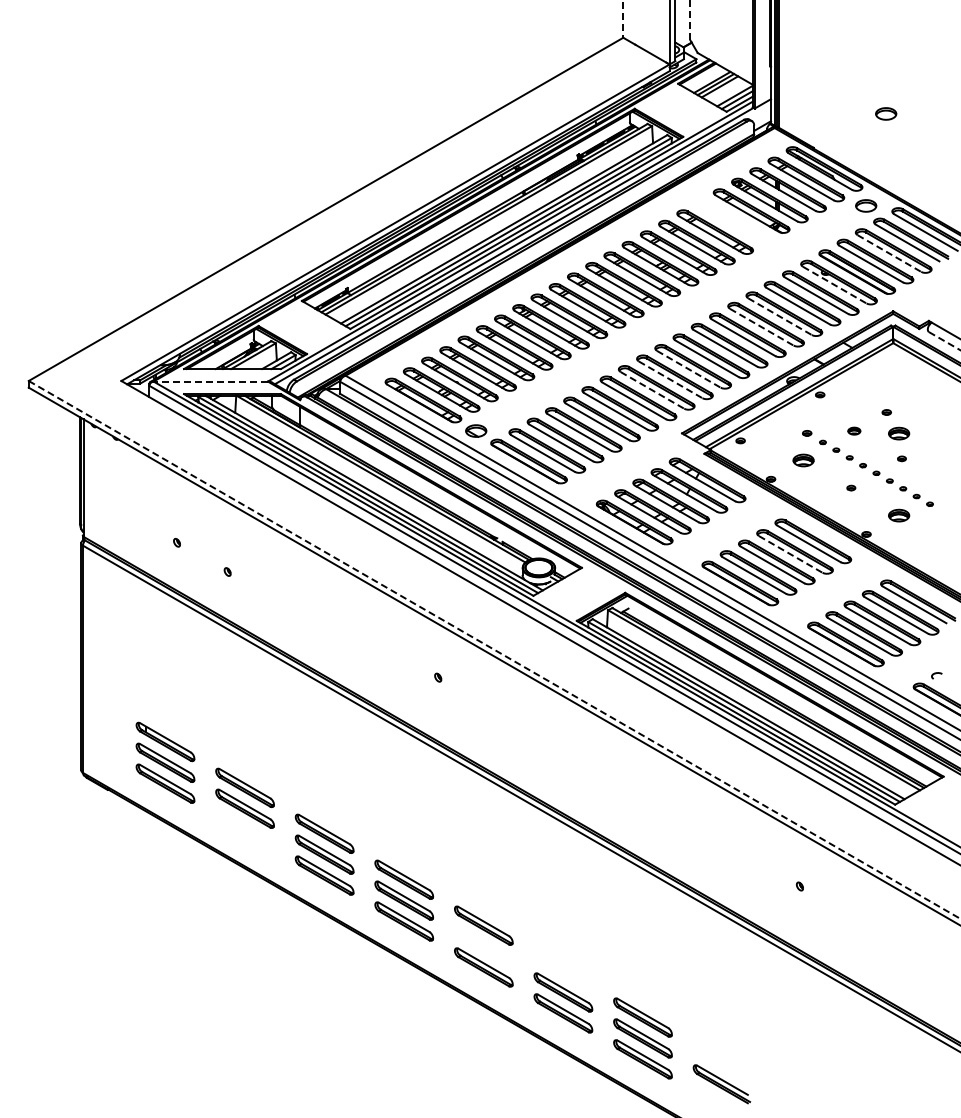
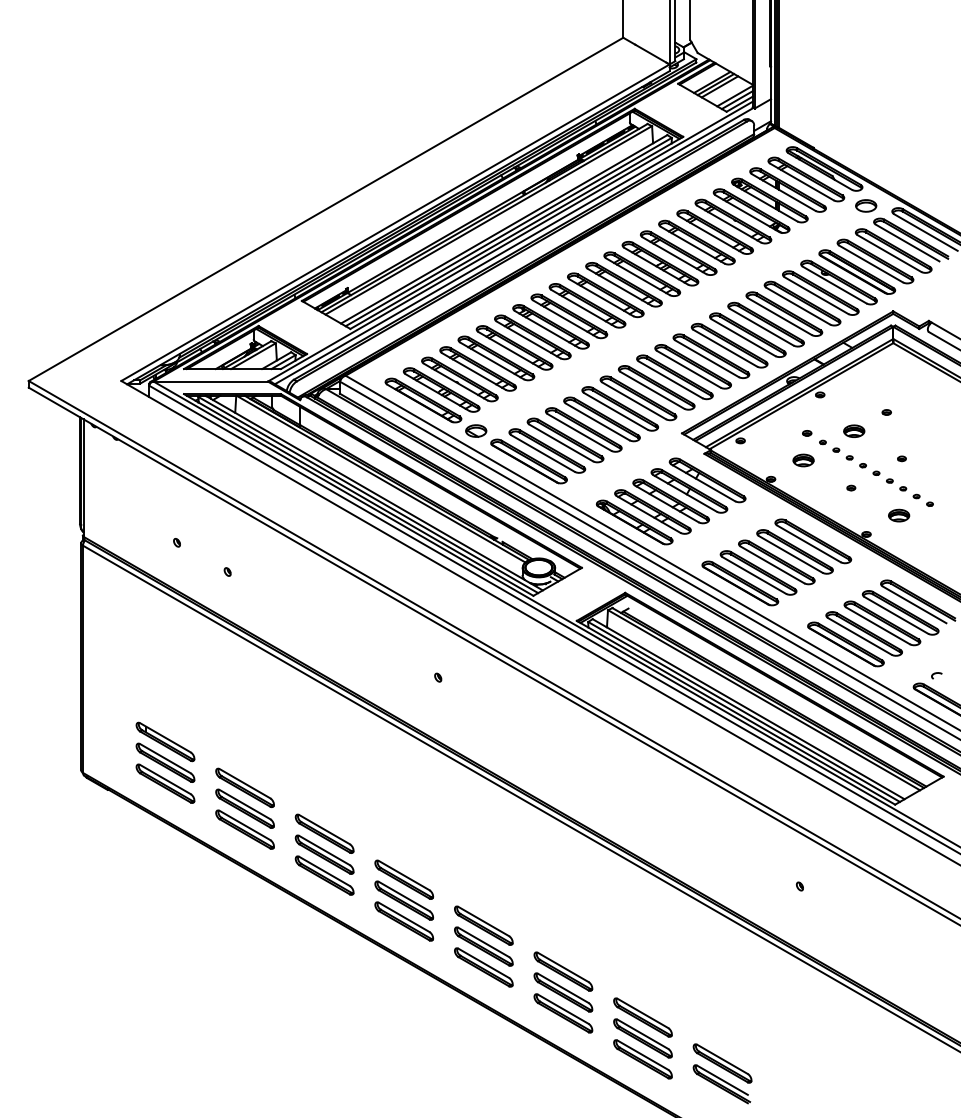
line at (623, 19): dashed -> solid
line at (690, 20): dashed -> solid
part at (886, 113): present -> none
part at (733, 221): none -> present
line at (889, 253): dashed -> solid
line at (834, 285): dashed -> solid
line at (780, 316): dashed -> solid
line at (761, 327): dashed -> solid
line at (945, 341): dashed -> solid
line at (688, 369): dashed -> solid
line at (670, 379): dashed -> solid
line at (210, 381): dashed -> solid
line at (652, 390): dashed -> solid
part at (854, 430) size: 15x10 px -> 23x14 px
part at (899, 433): present -> none
line at (790, 554): dashed -> solid
line at (494, 649): dashed -> solid
part at (244, 829): none -> present
part at (483, 946): none -> present
part at (563, 971): none -> present
part at (722, 1063): none -> present
